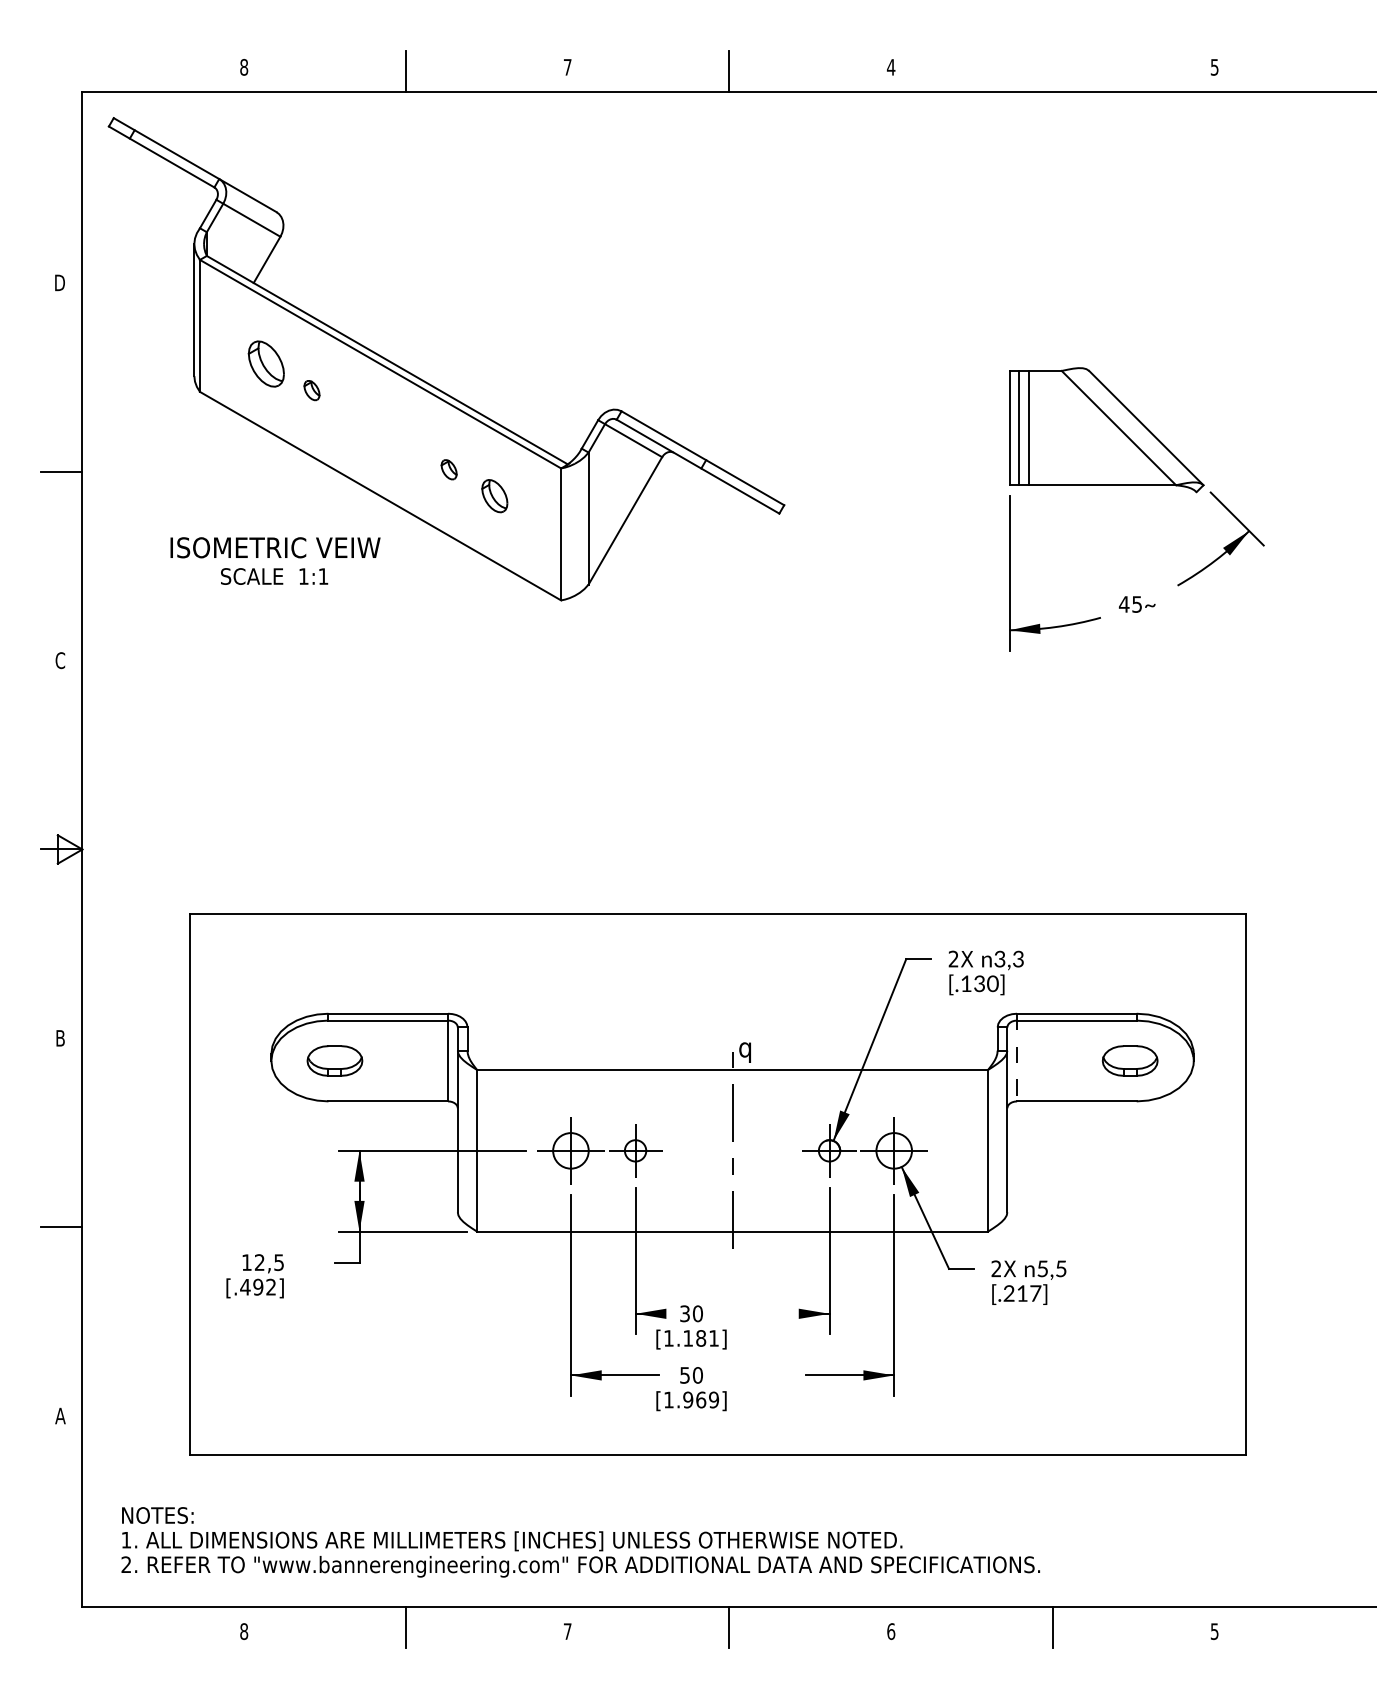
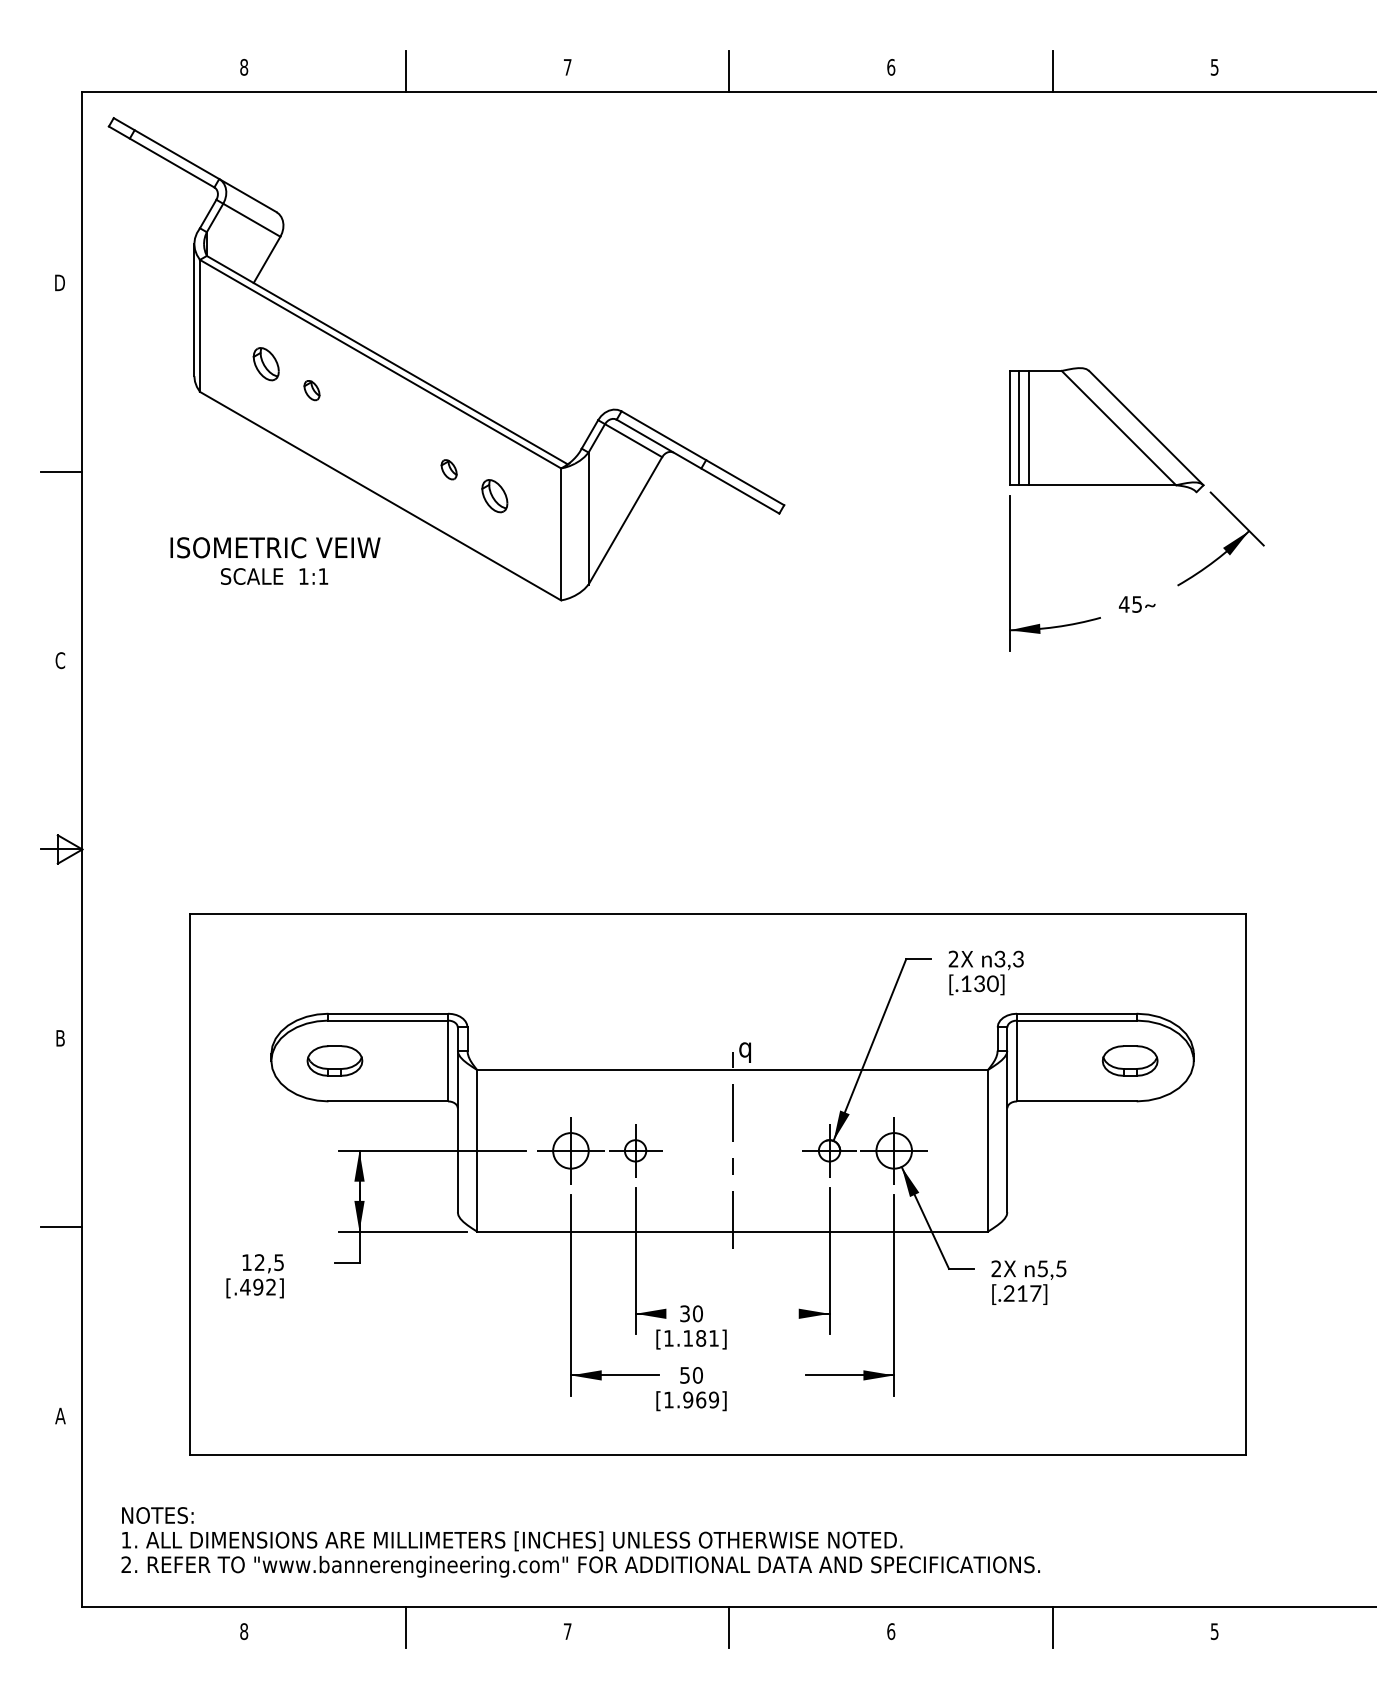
text at (890, 67): 4 -> 6
line at (1053, 71): none -> present
part at (265, 363) size: 38x48 px -> 28x35 px
line at (1017, 1057): dashed -> solid
